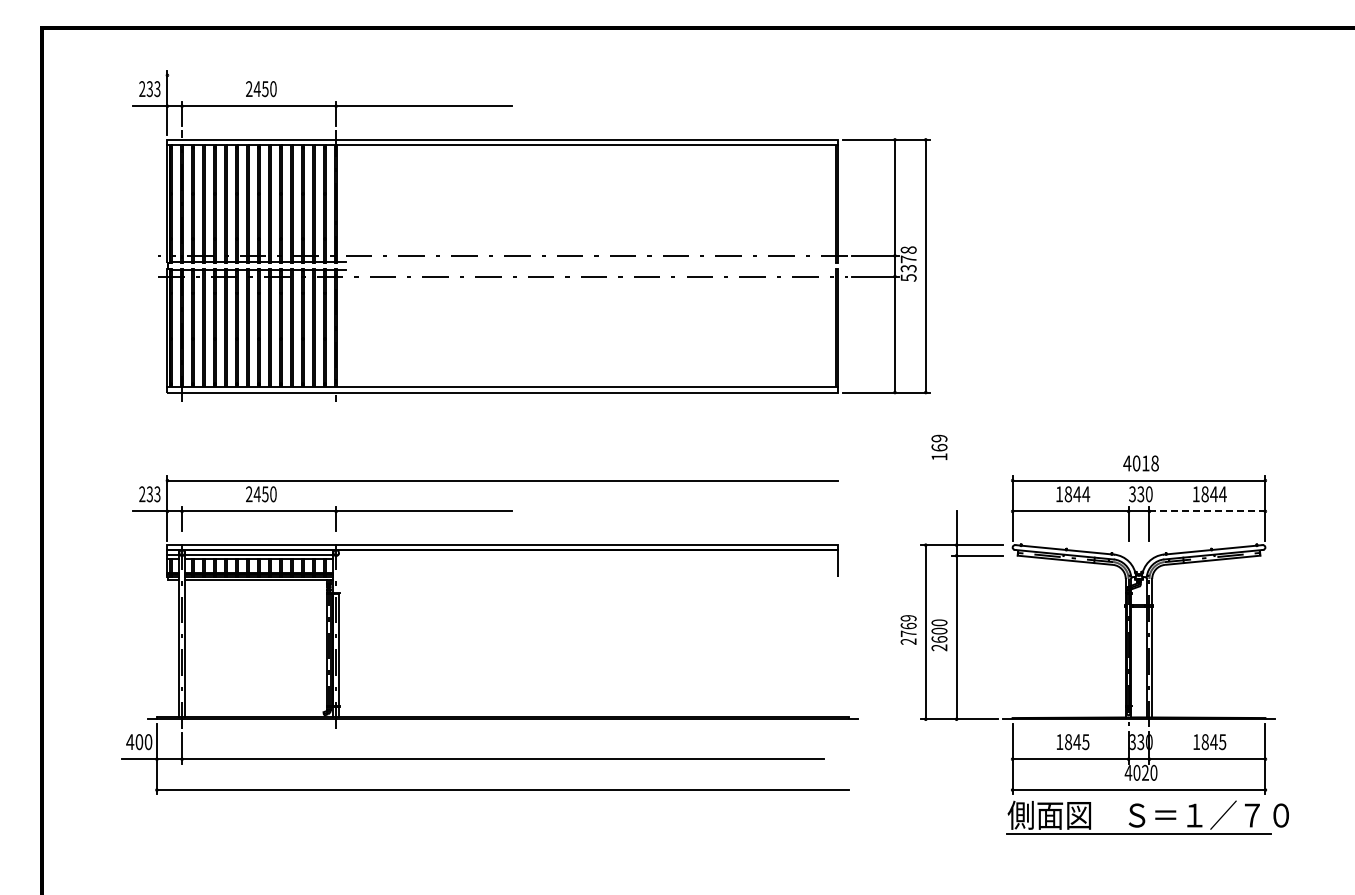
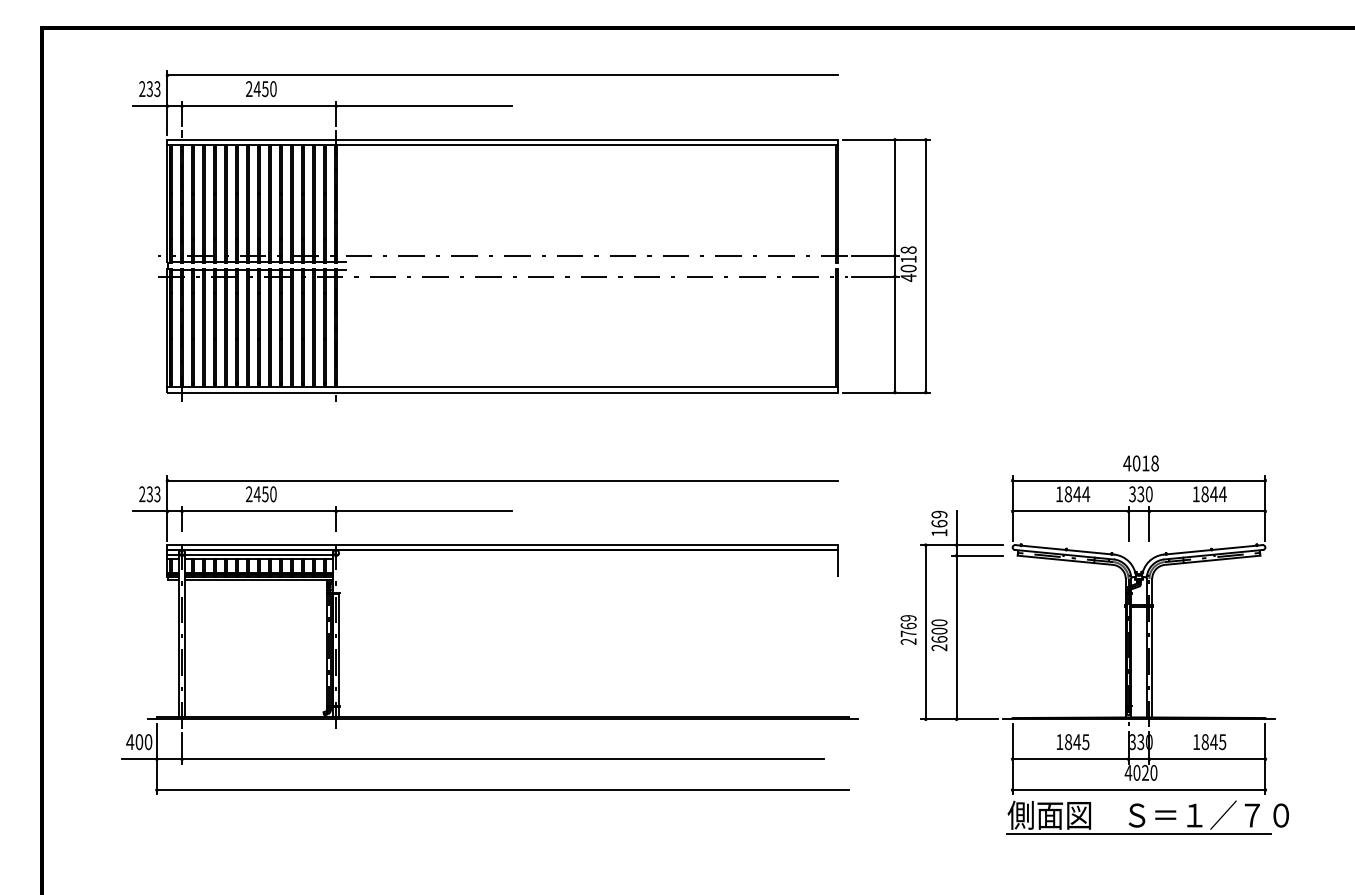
line at (502, 75): none -> present
text at (908, 268): 5378 -> 4018
text at (939, 447) position: (939, 447) -> (939, 523)
line at (1207, 511): dashed -> solid
